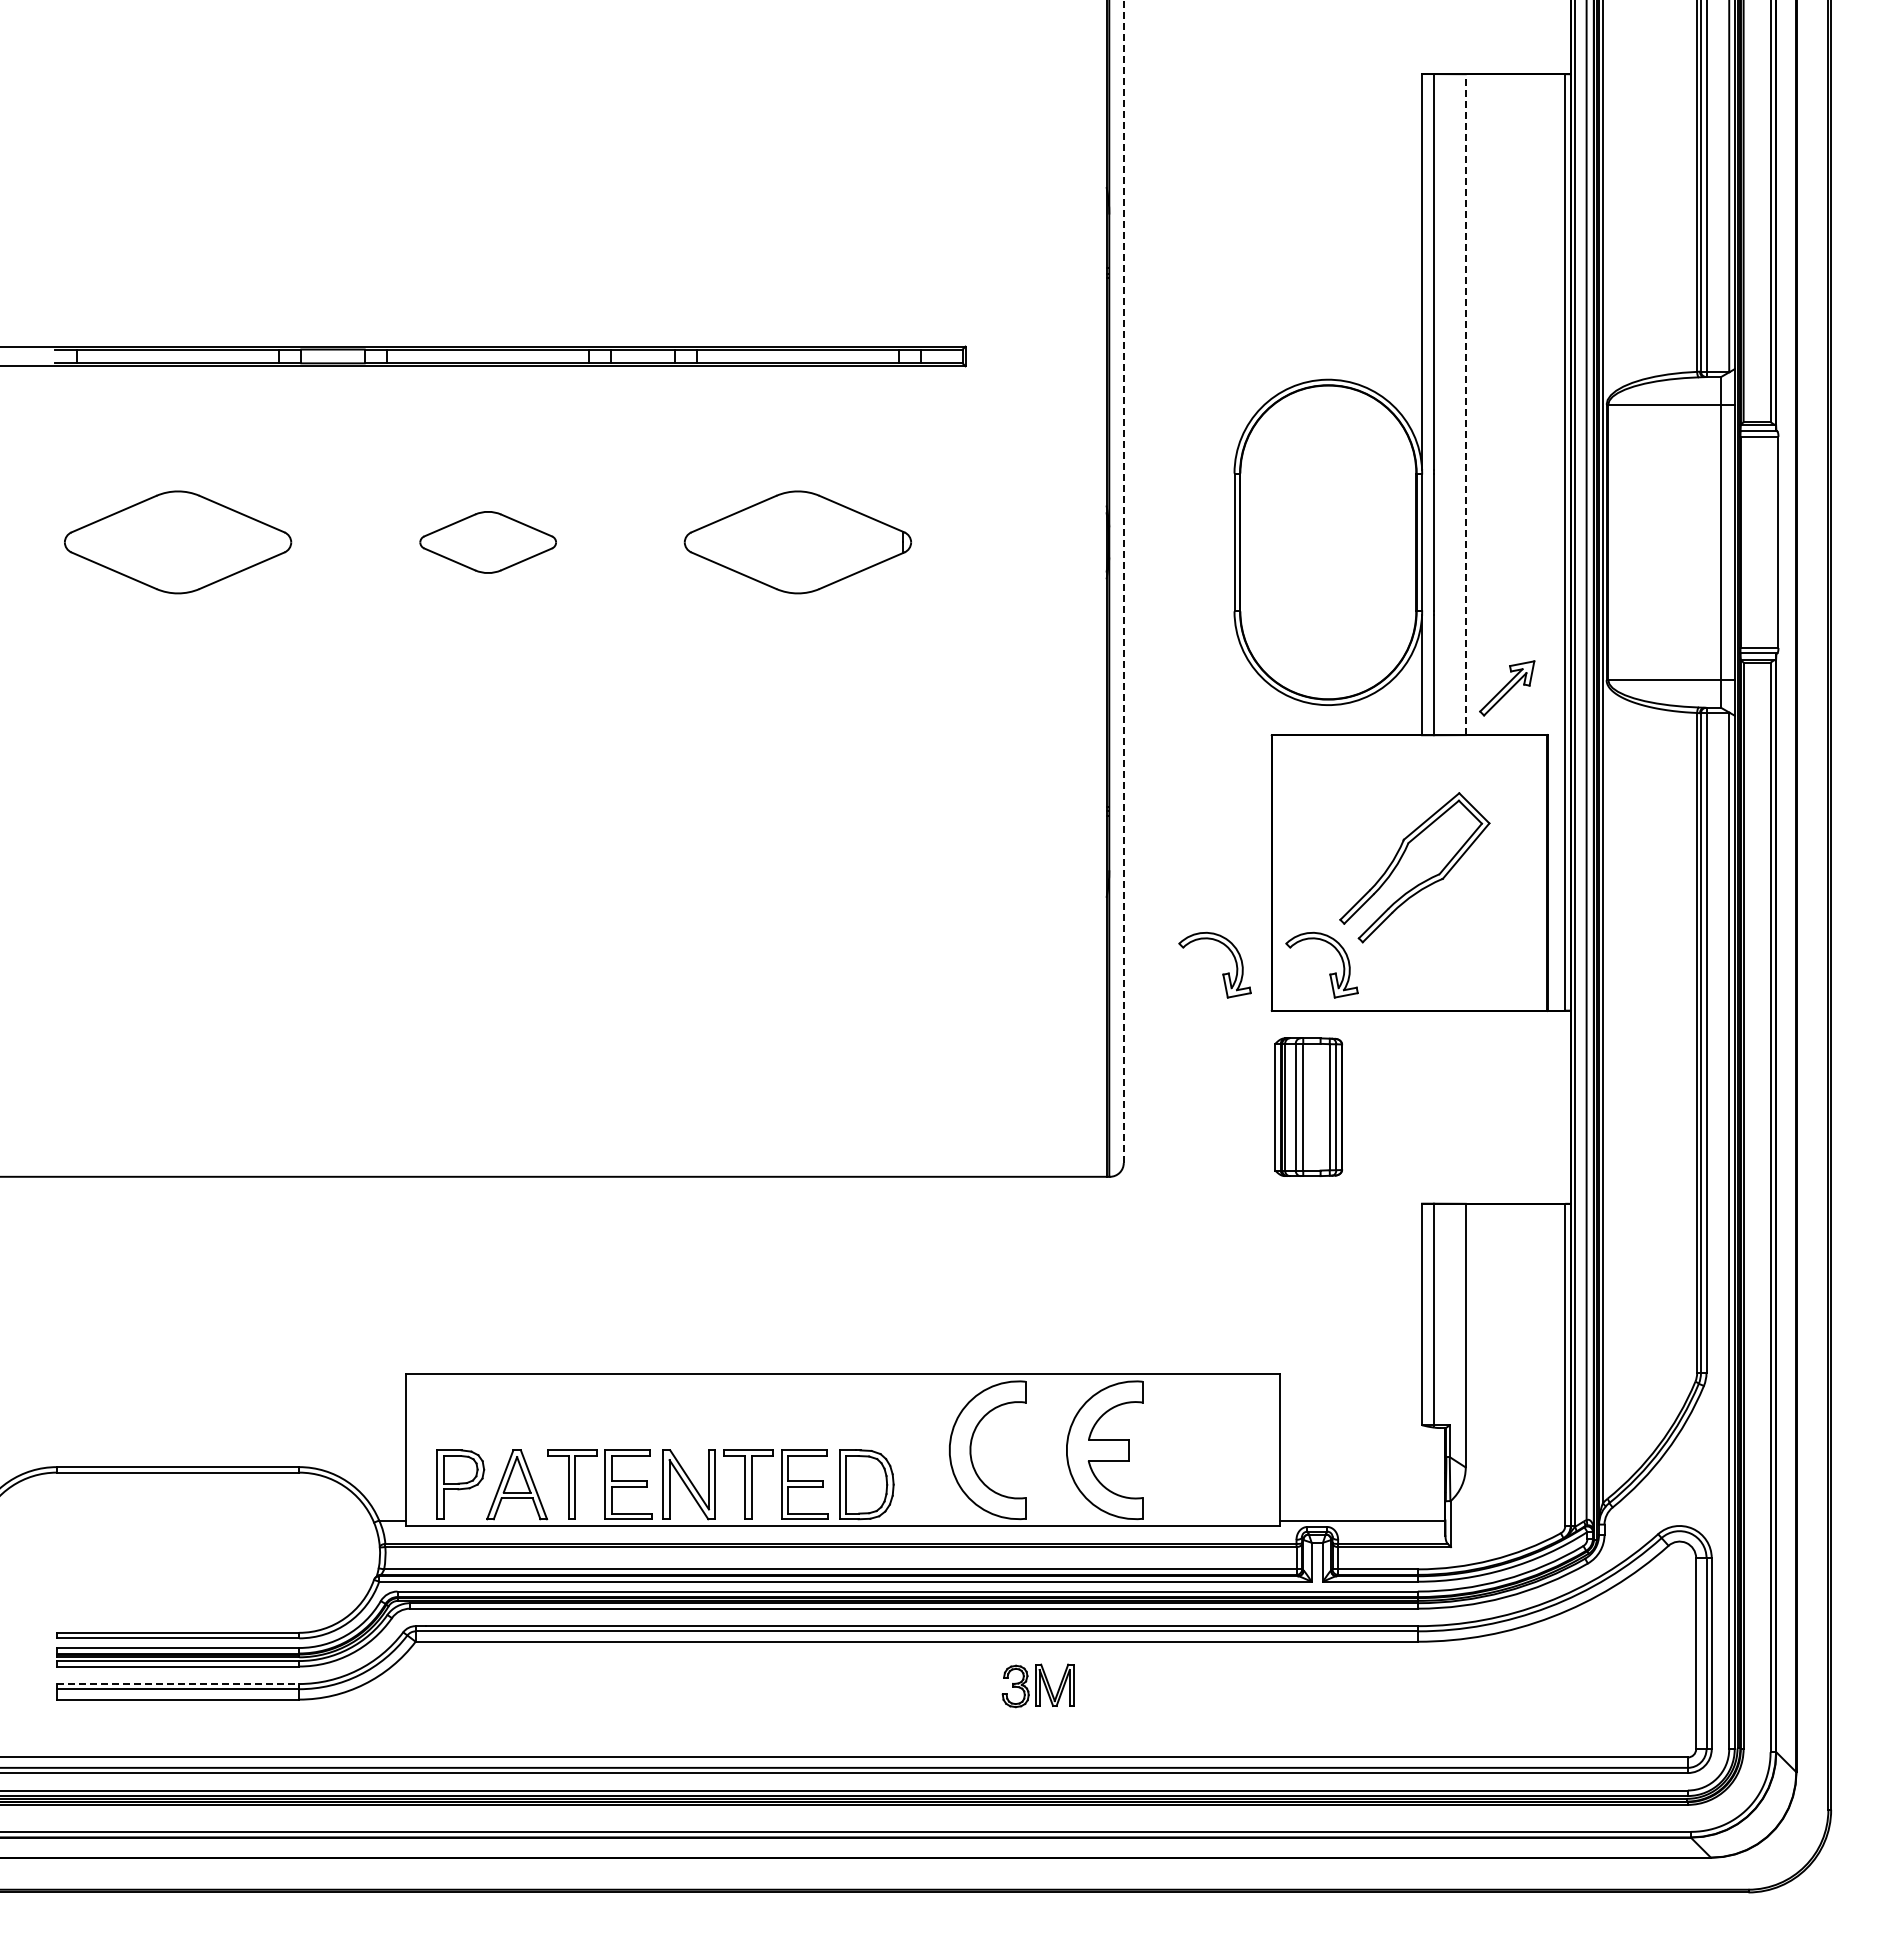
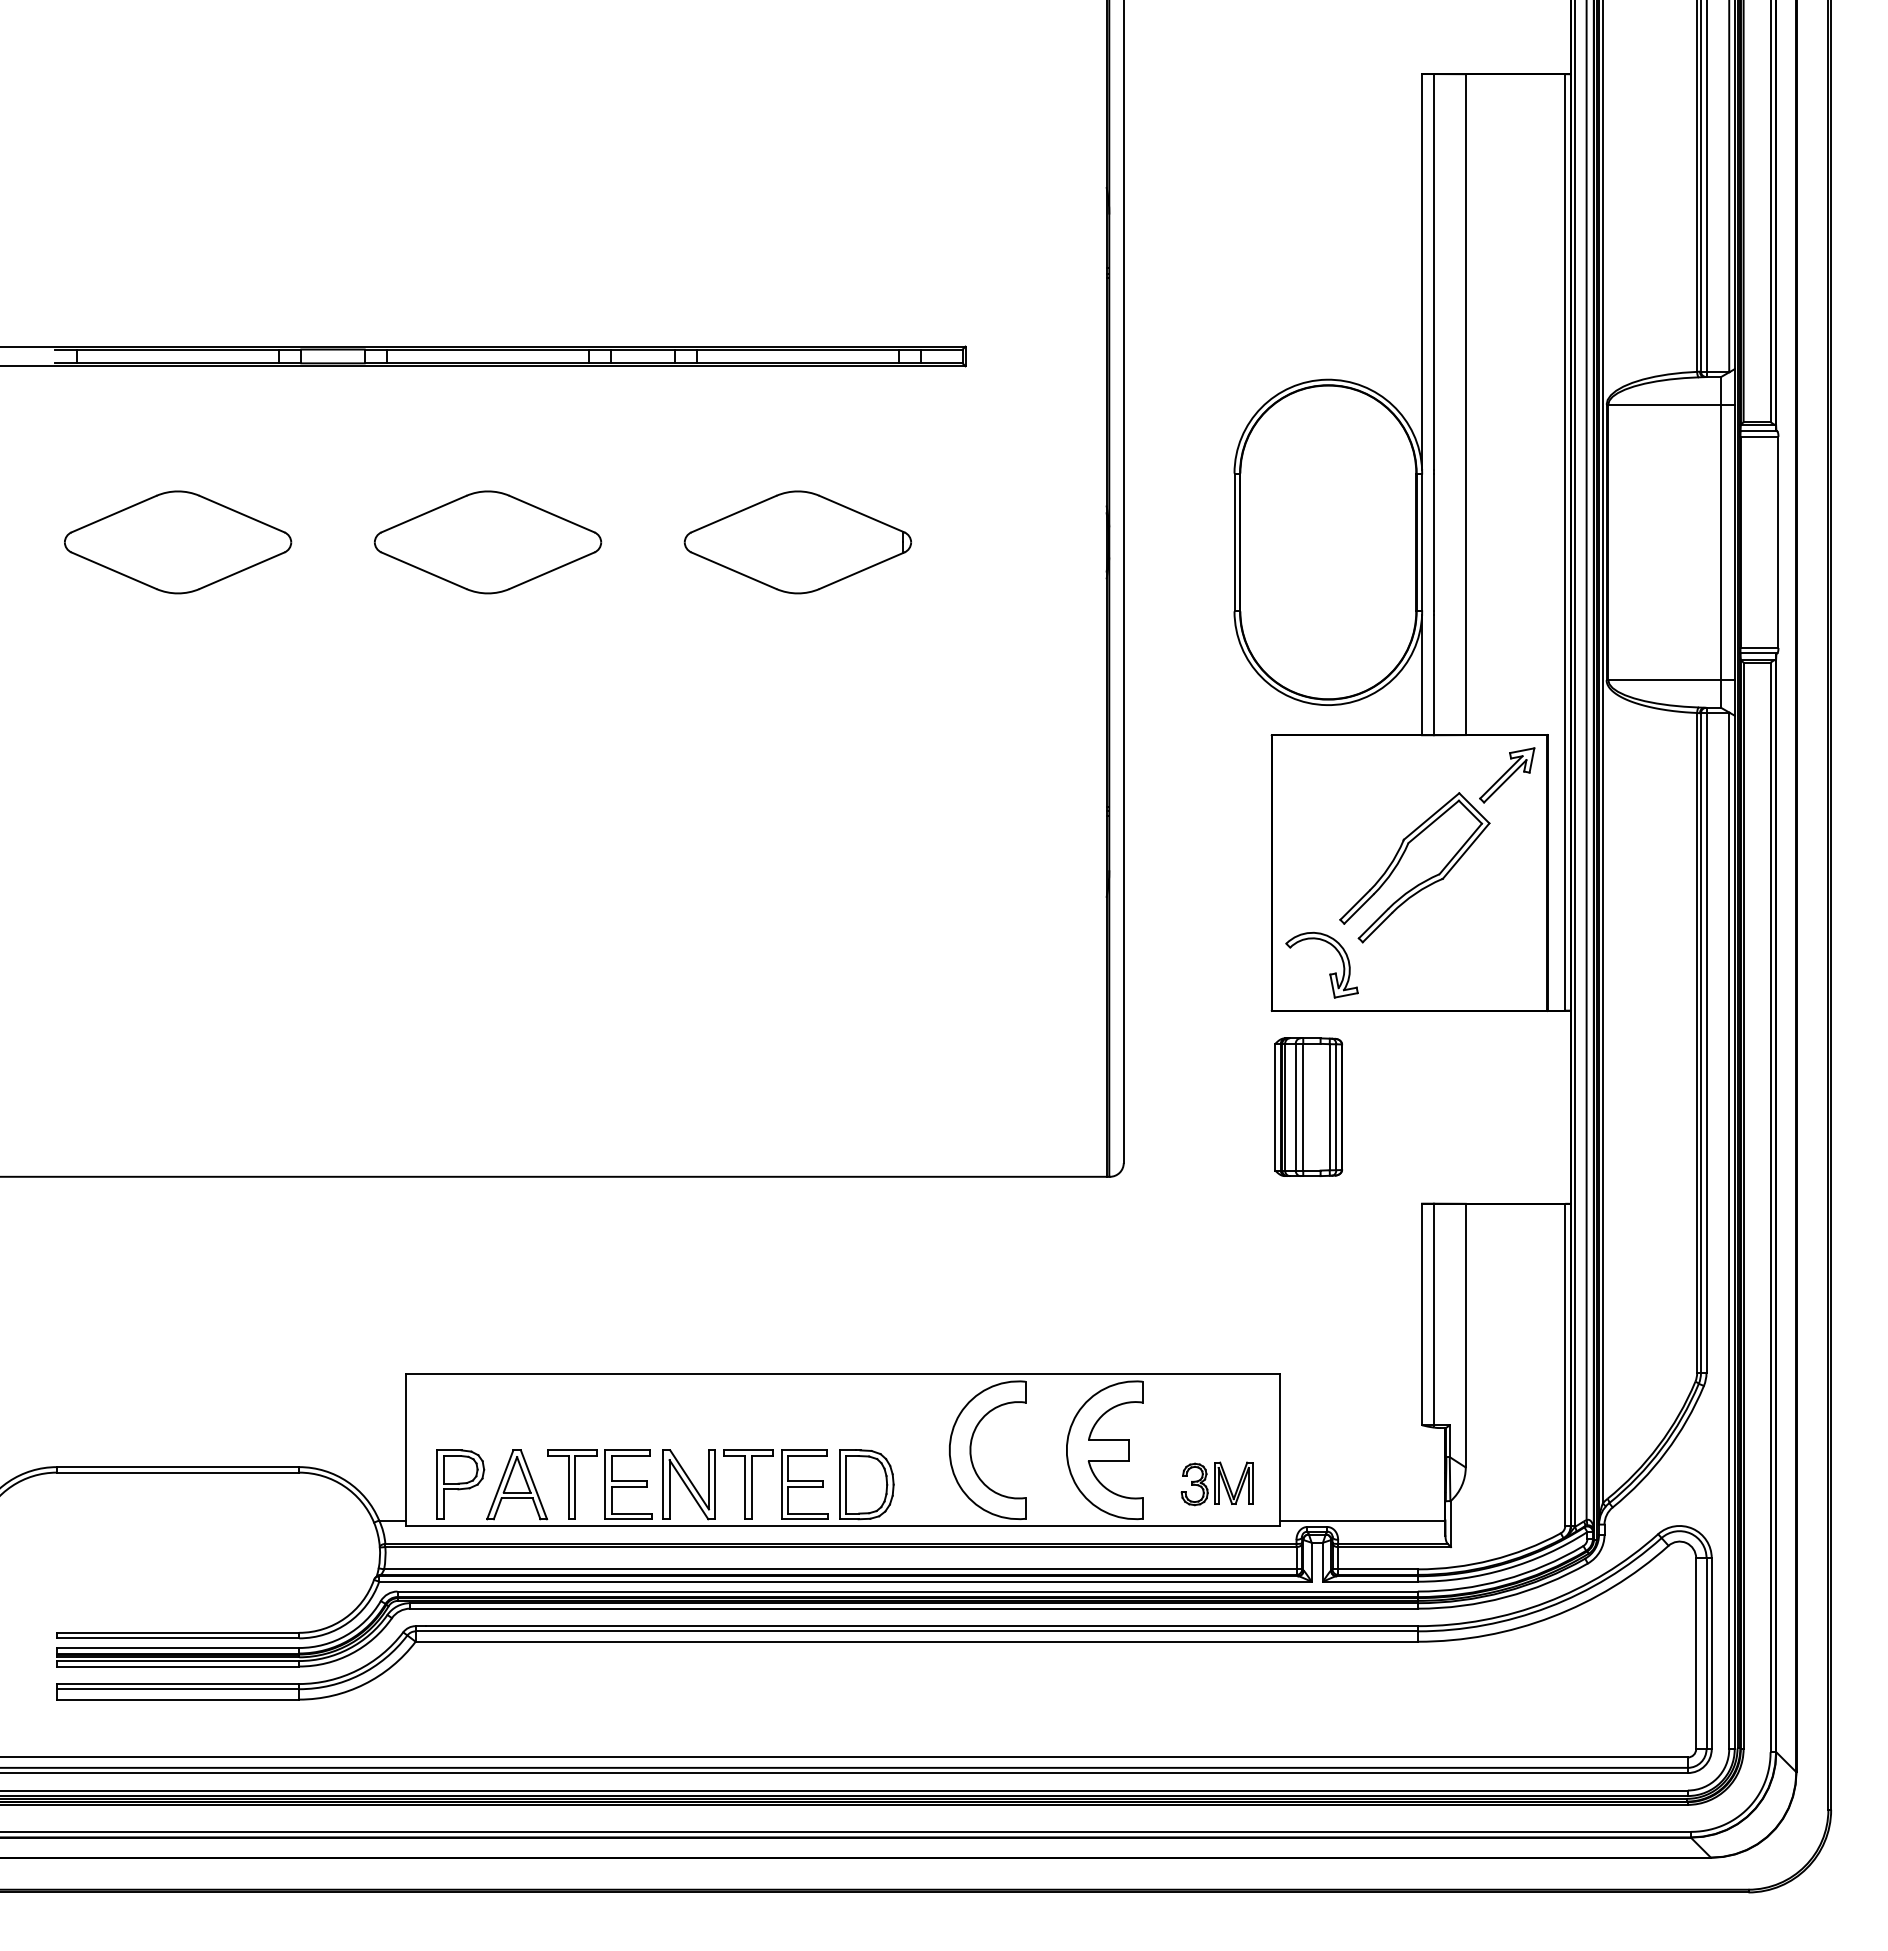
line at (1465, 404): dashed -> solid
part at (487, 542) size: 138x63 px -> 229x105 px
line at (1123, 581): dashed -> solid
part at (1507, 688) position: (1507, 688) -> (1507, 775)
part at (1222, 973): present -> none
line at (178, 1684): dashed -> solid
part at (1037, 1685) position: (1037, 1685) -> (1216, 1483)
